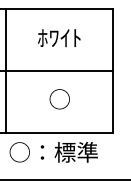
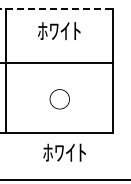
line at (57, 8): solid -> dashed
text at (59, 38) position: (59, 38) -> (59, 31)
line at (57, 70) position: (57, 70) -> (57, 62)
text at (53, 152): ○：標準 -> ﾎﾜｲﾄ
